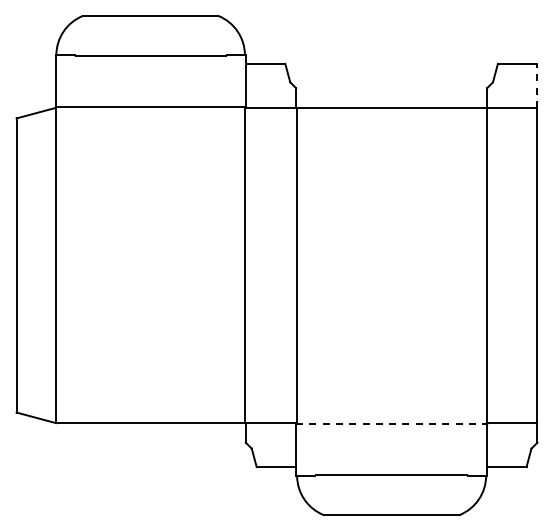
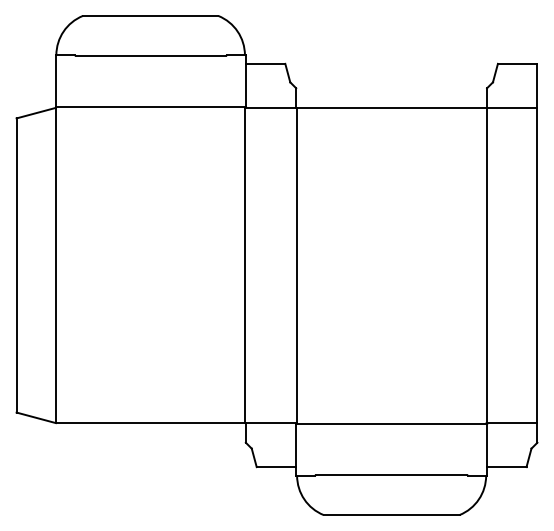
line at (537, 85): dashed -> solid
line at (392, 424): dashed -> solid
